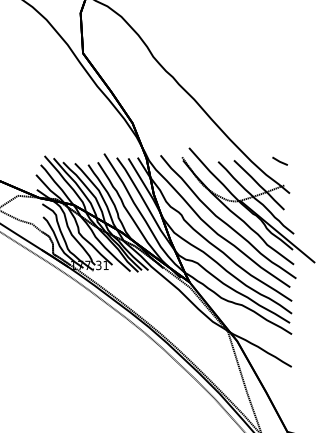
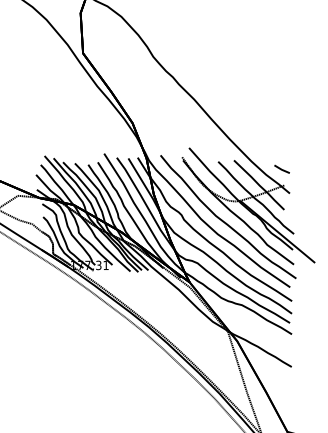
line at (279, 160) position: (279, 160) -> (281, 168)
